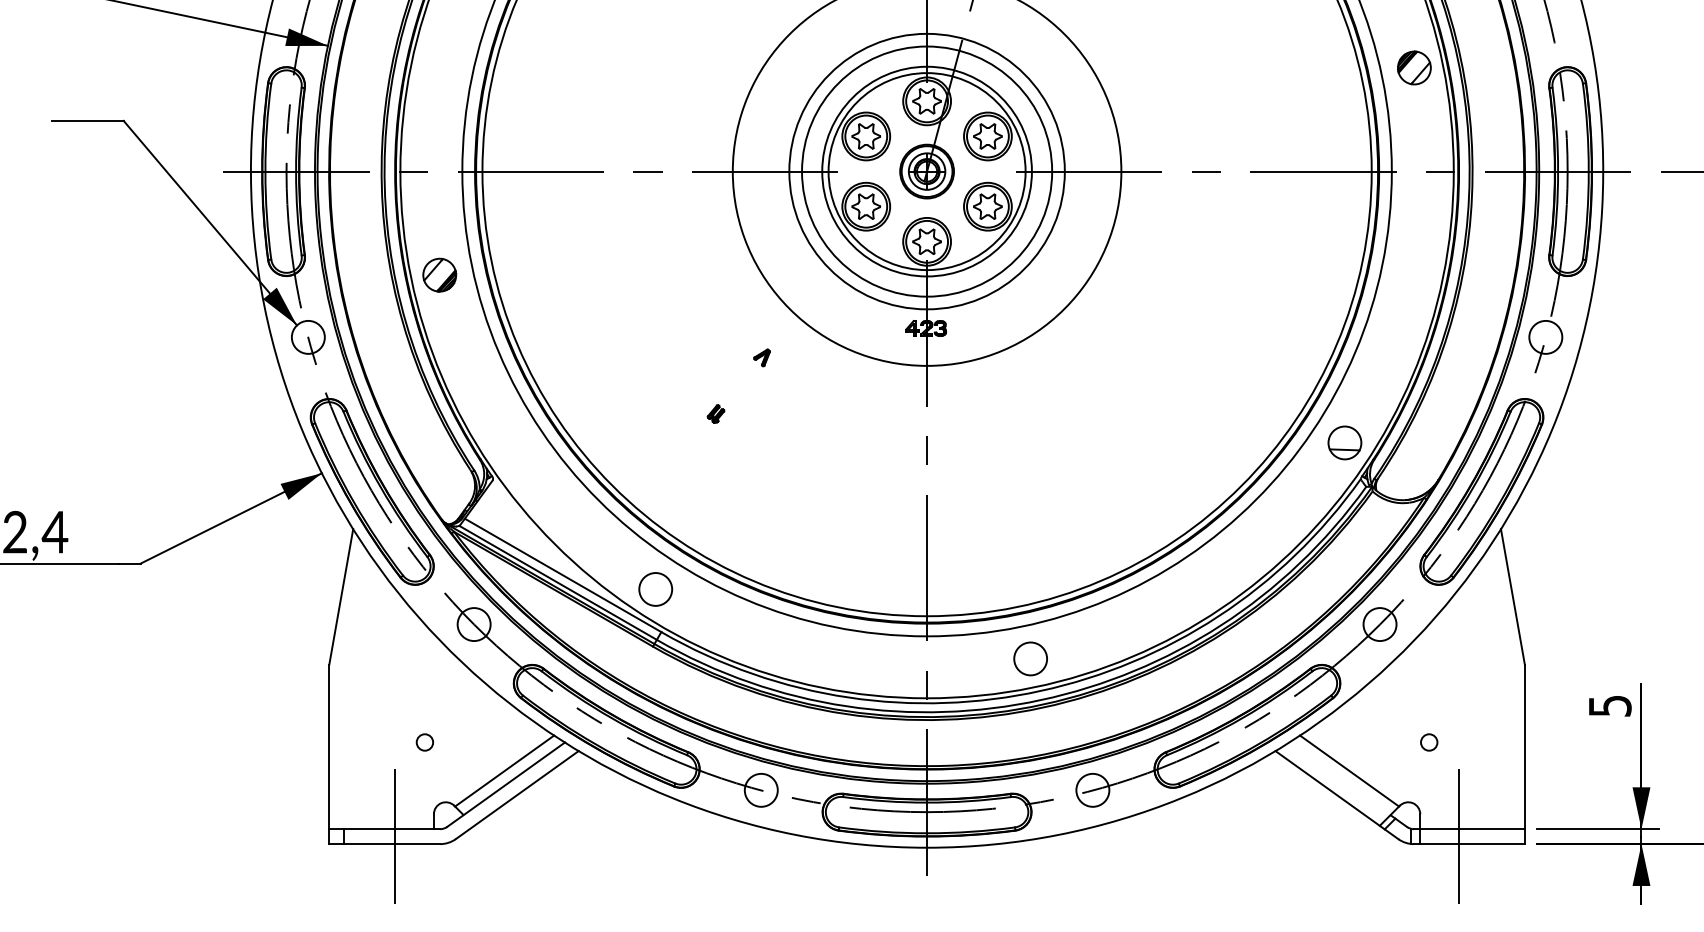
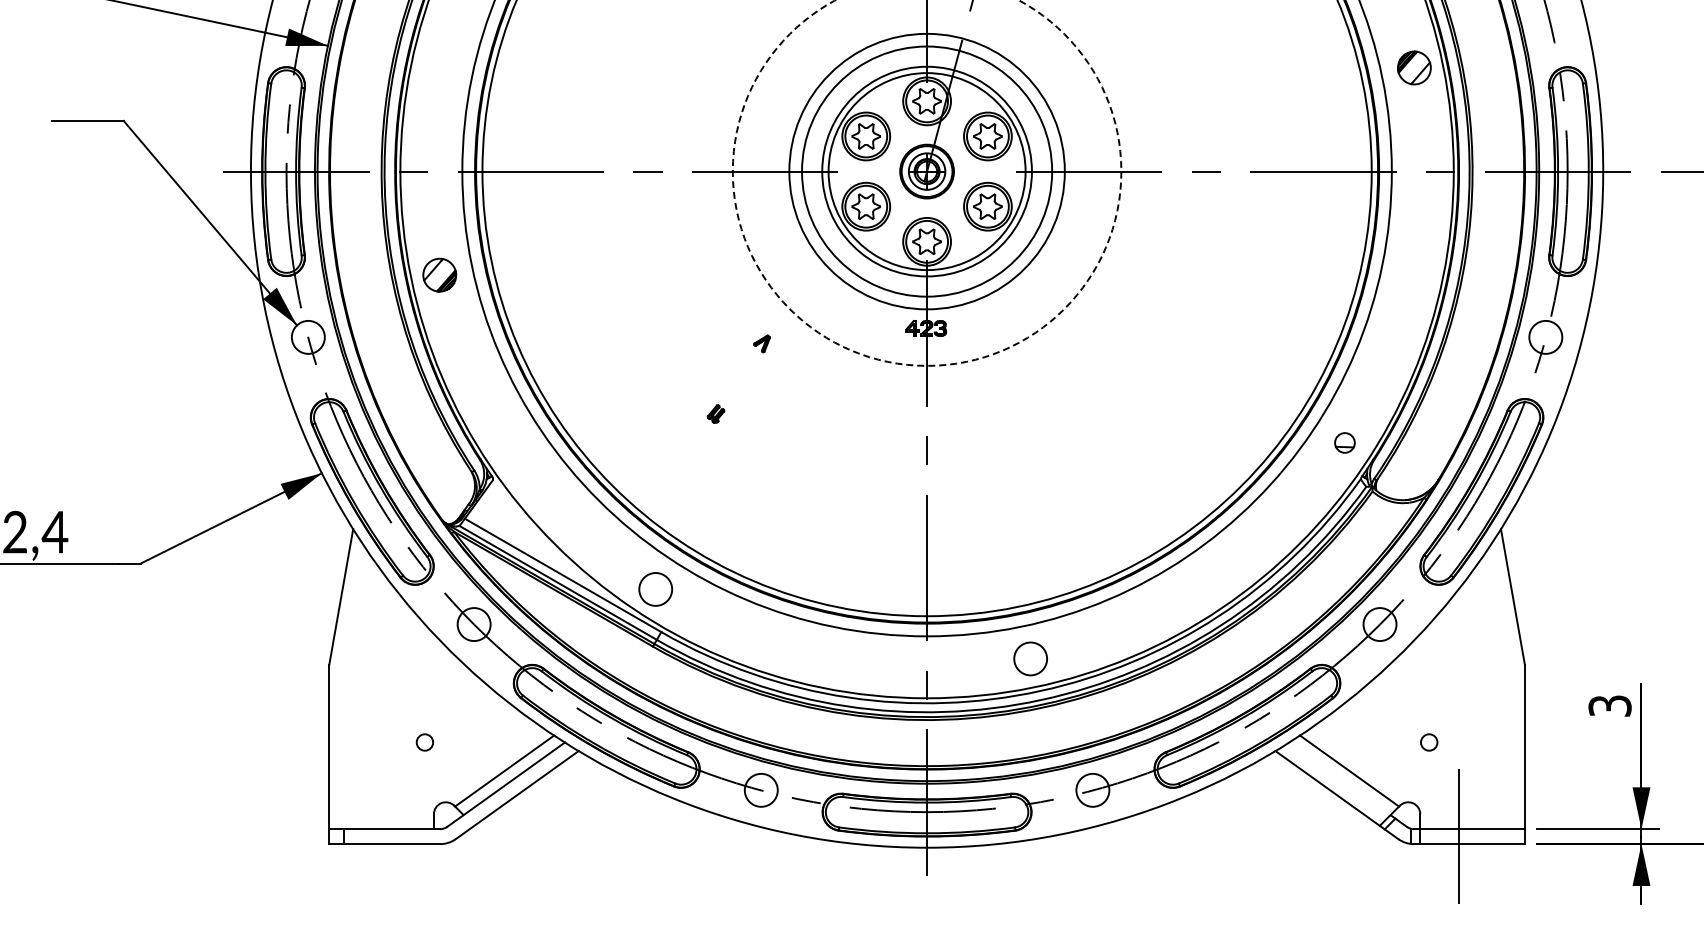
circle at (926, 182): solid -> dashed
part at (761, 357) position: (761, 357) -> (761, 343)
part at (1344, 442) size: 36x36 px -> 22x22 px
text at (1609, 705): 5 -> 3
line at (395, 836): present -> none
